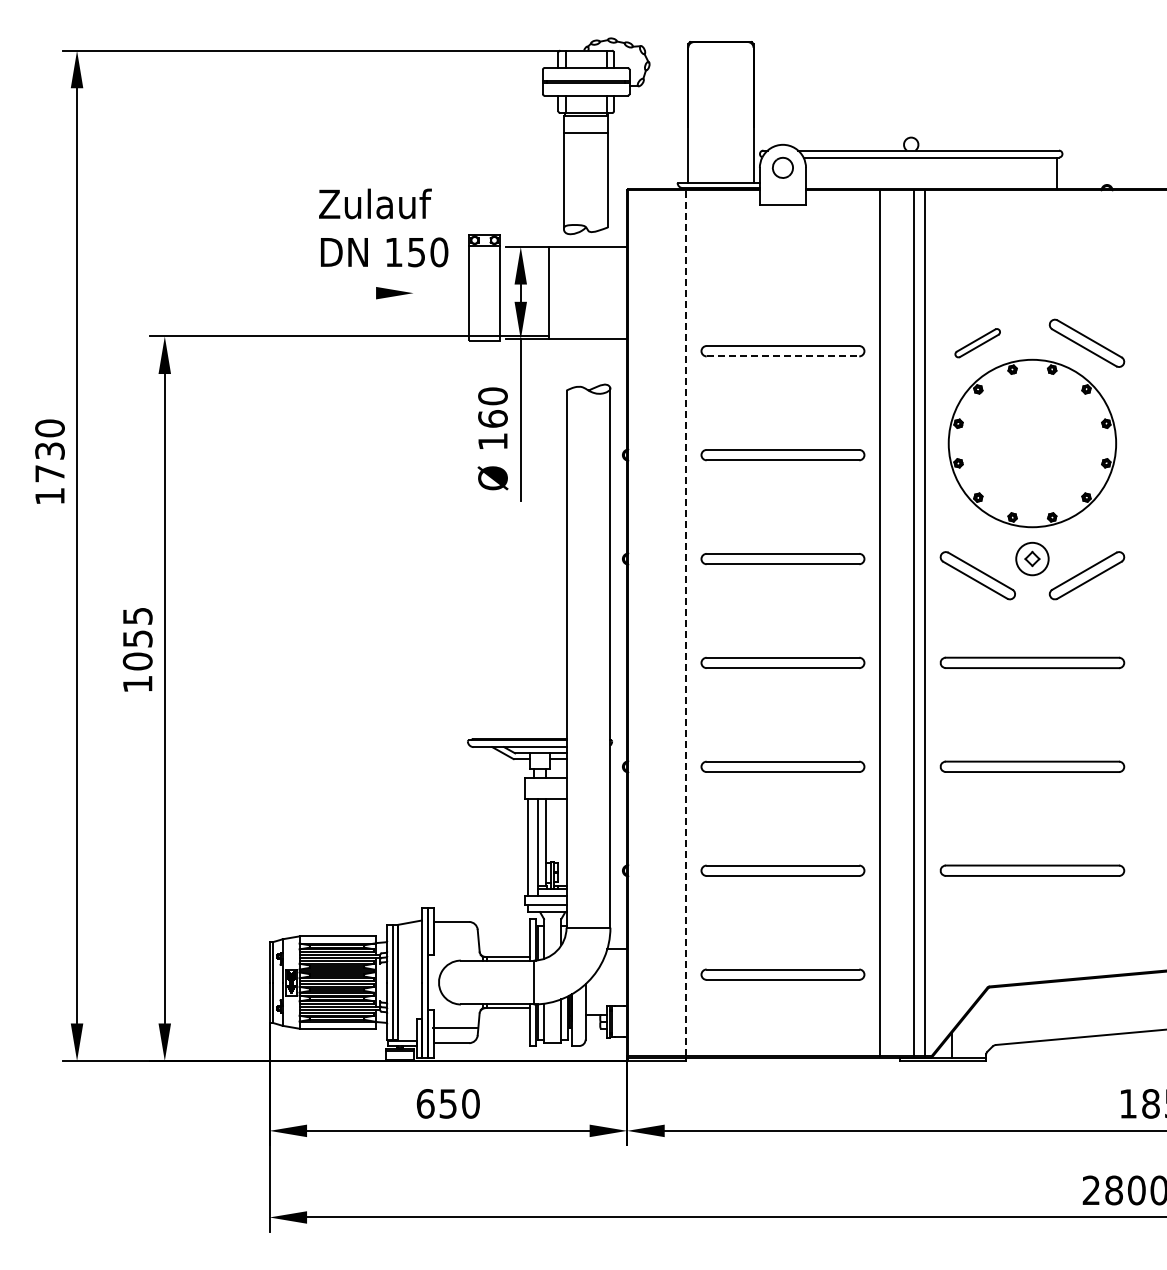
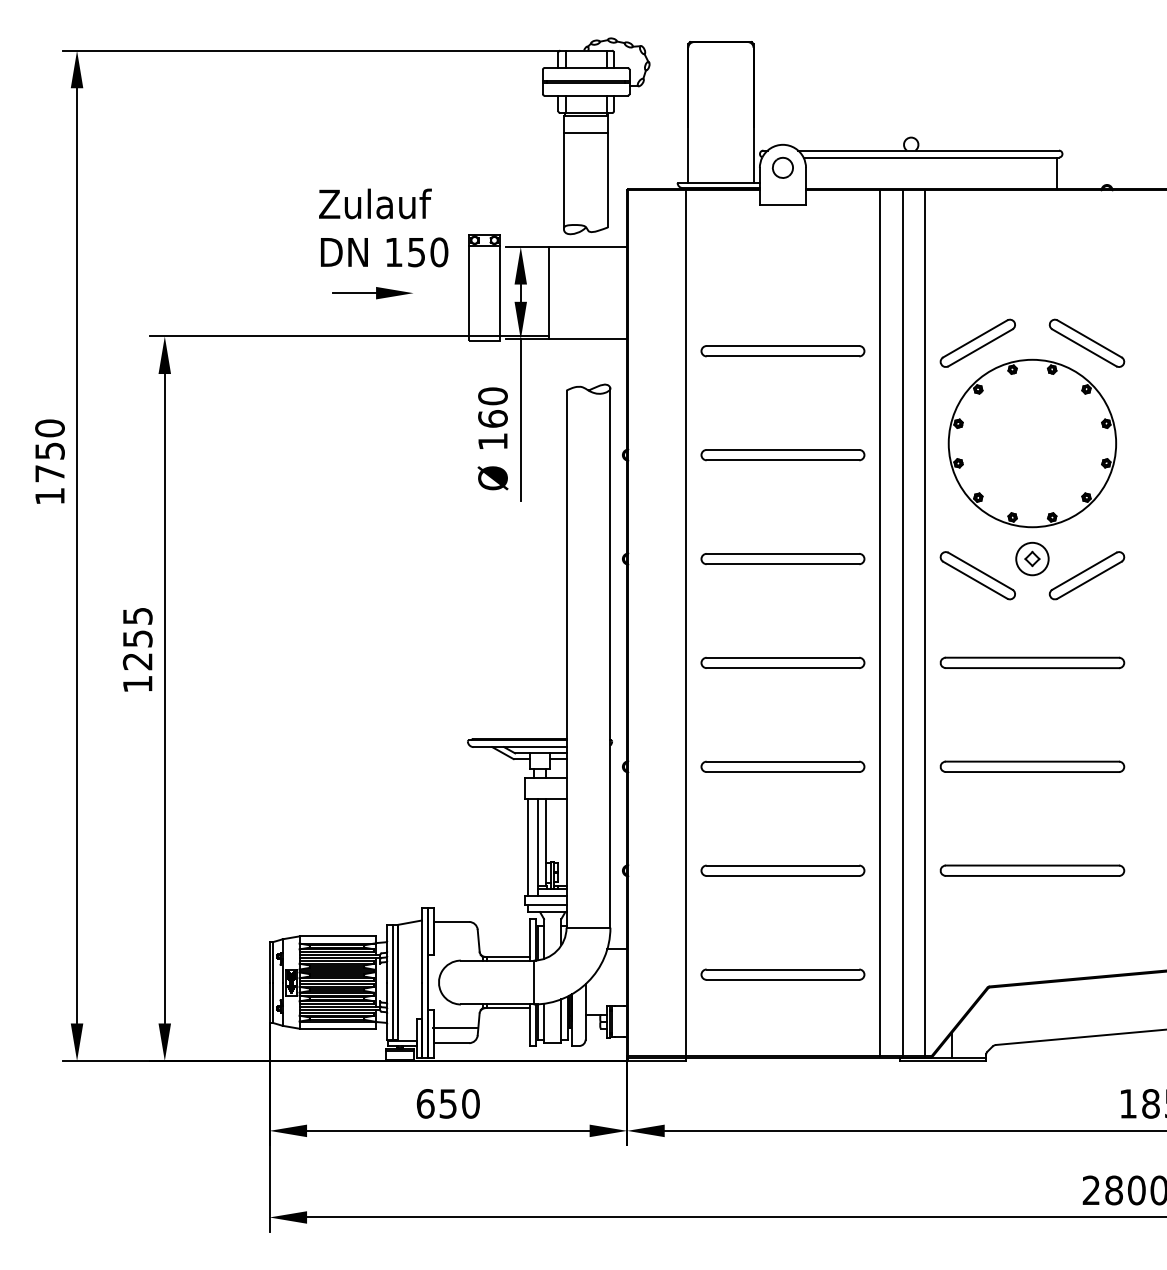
line at (354, 293): none -> present
part at (977, 343) size: 47x31 px -> 77x50 px
line at (783, 356): dashed -> solid
text at (49, 450): 1730 -> 1750
line at (686, 623): dashed -> solid
line at (913, 623) position: (913, 623) -> (902, 623)
text at (137, 661): 1055 -> 1255
